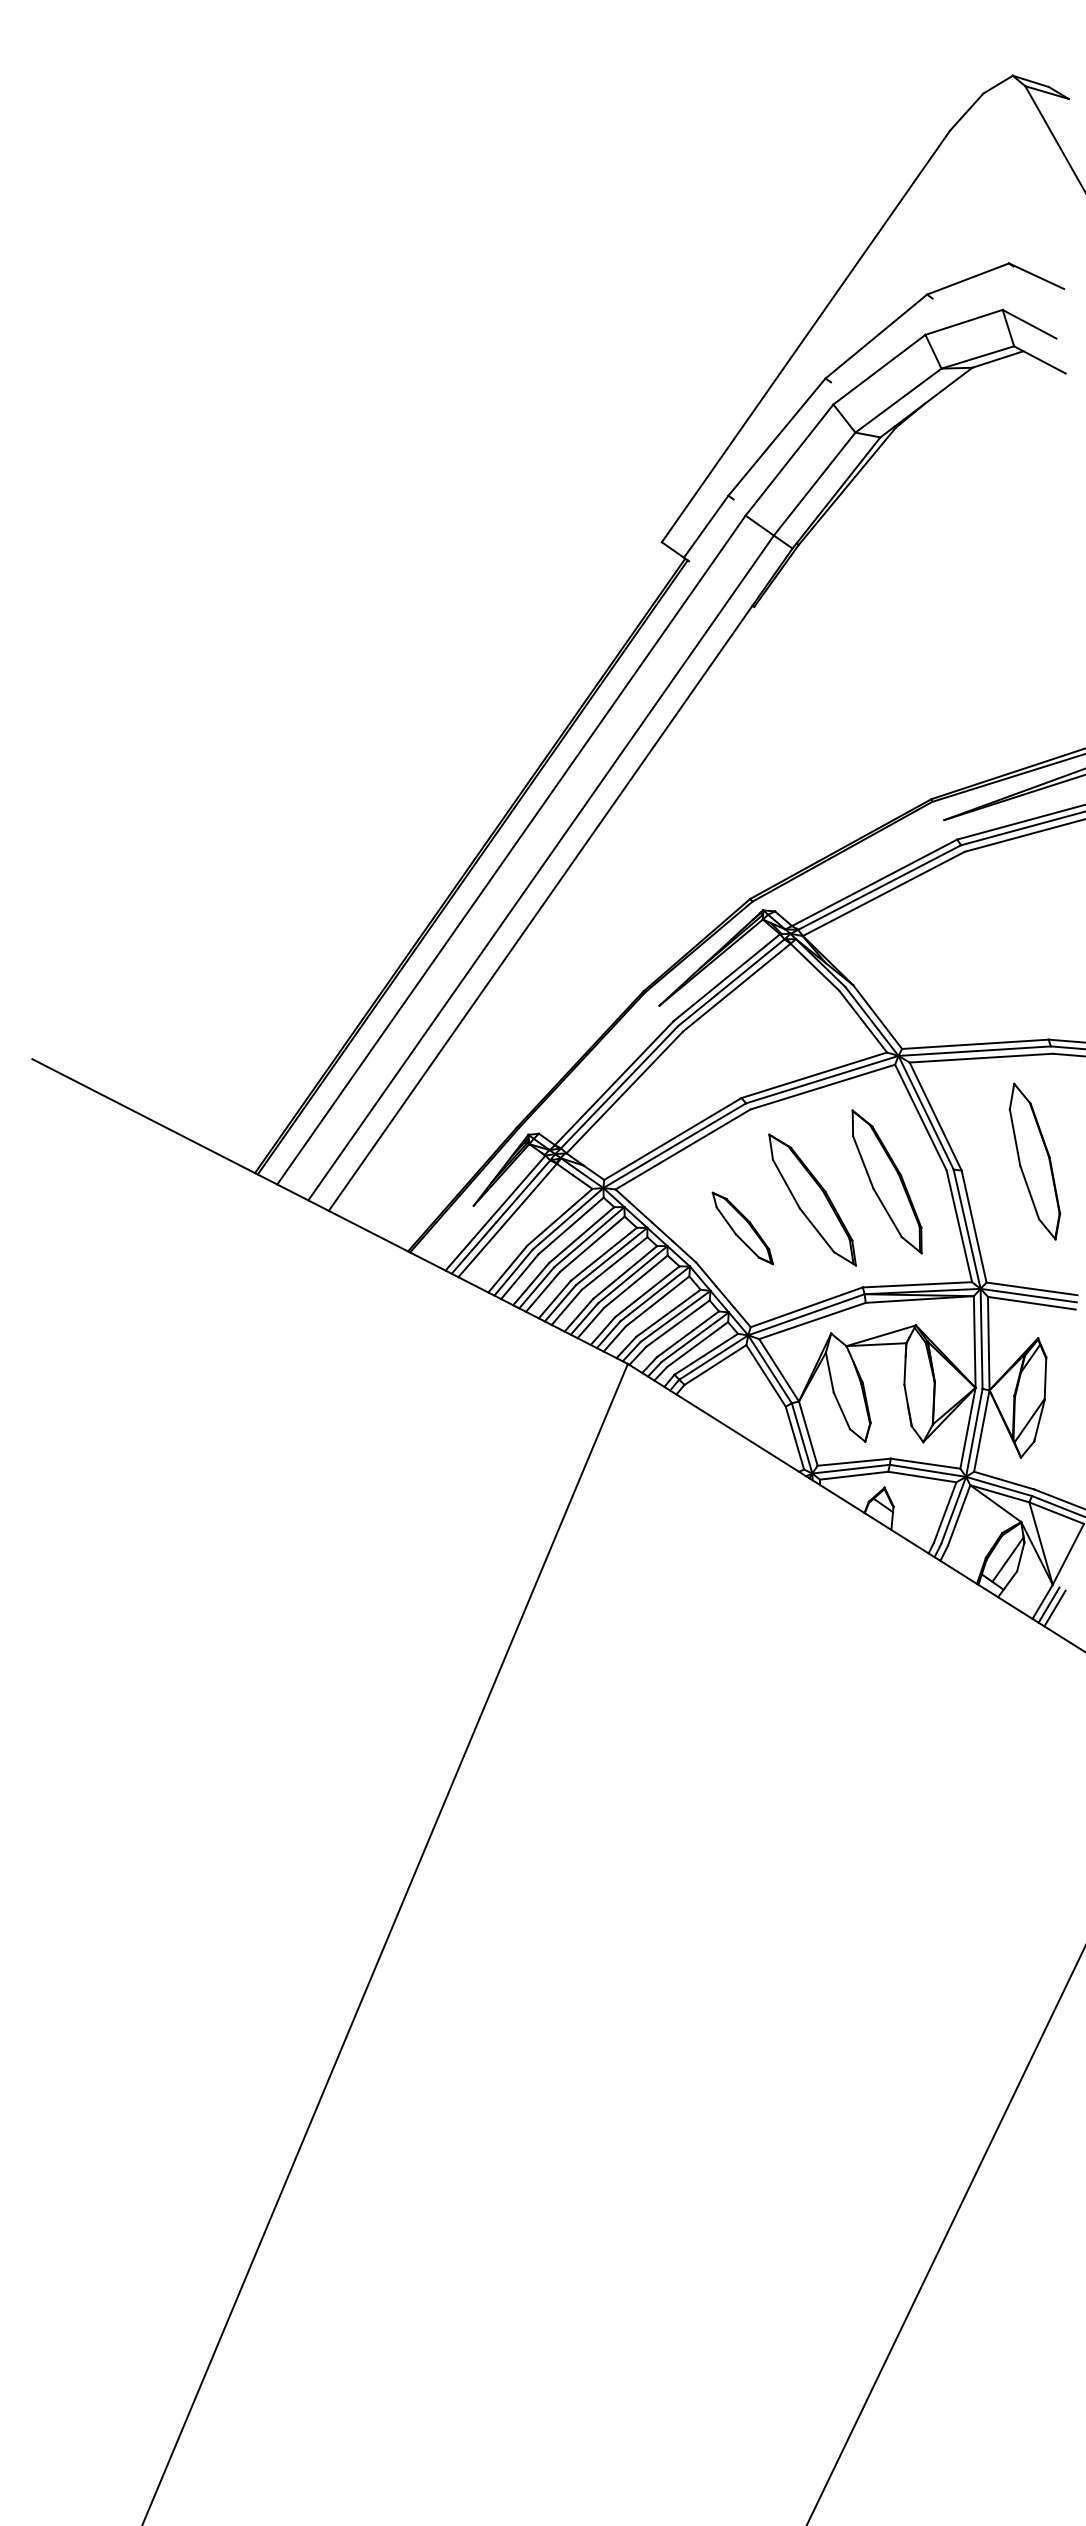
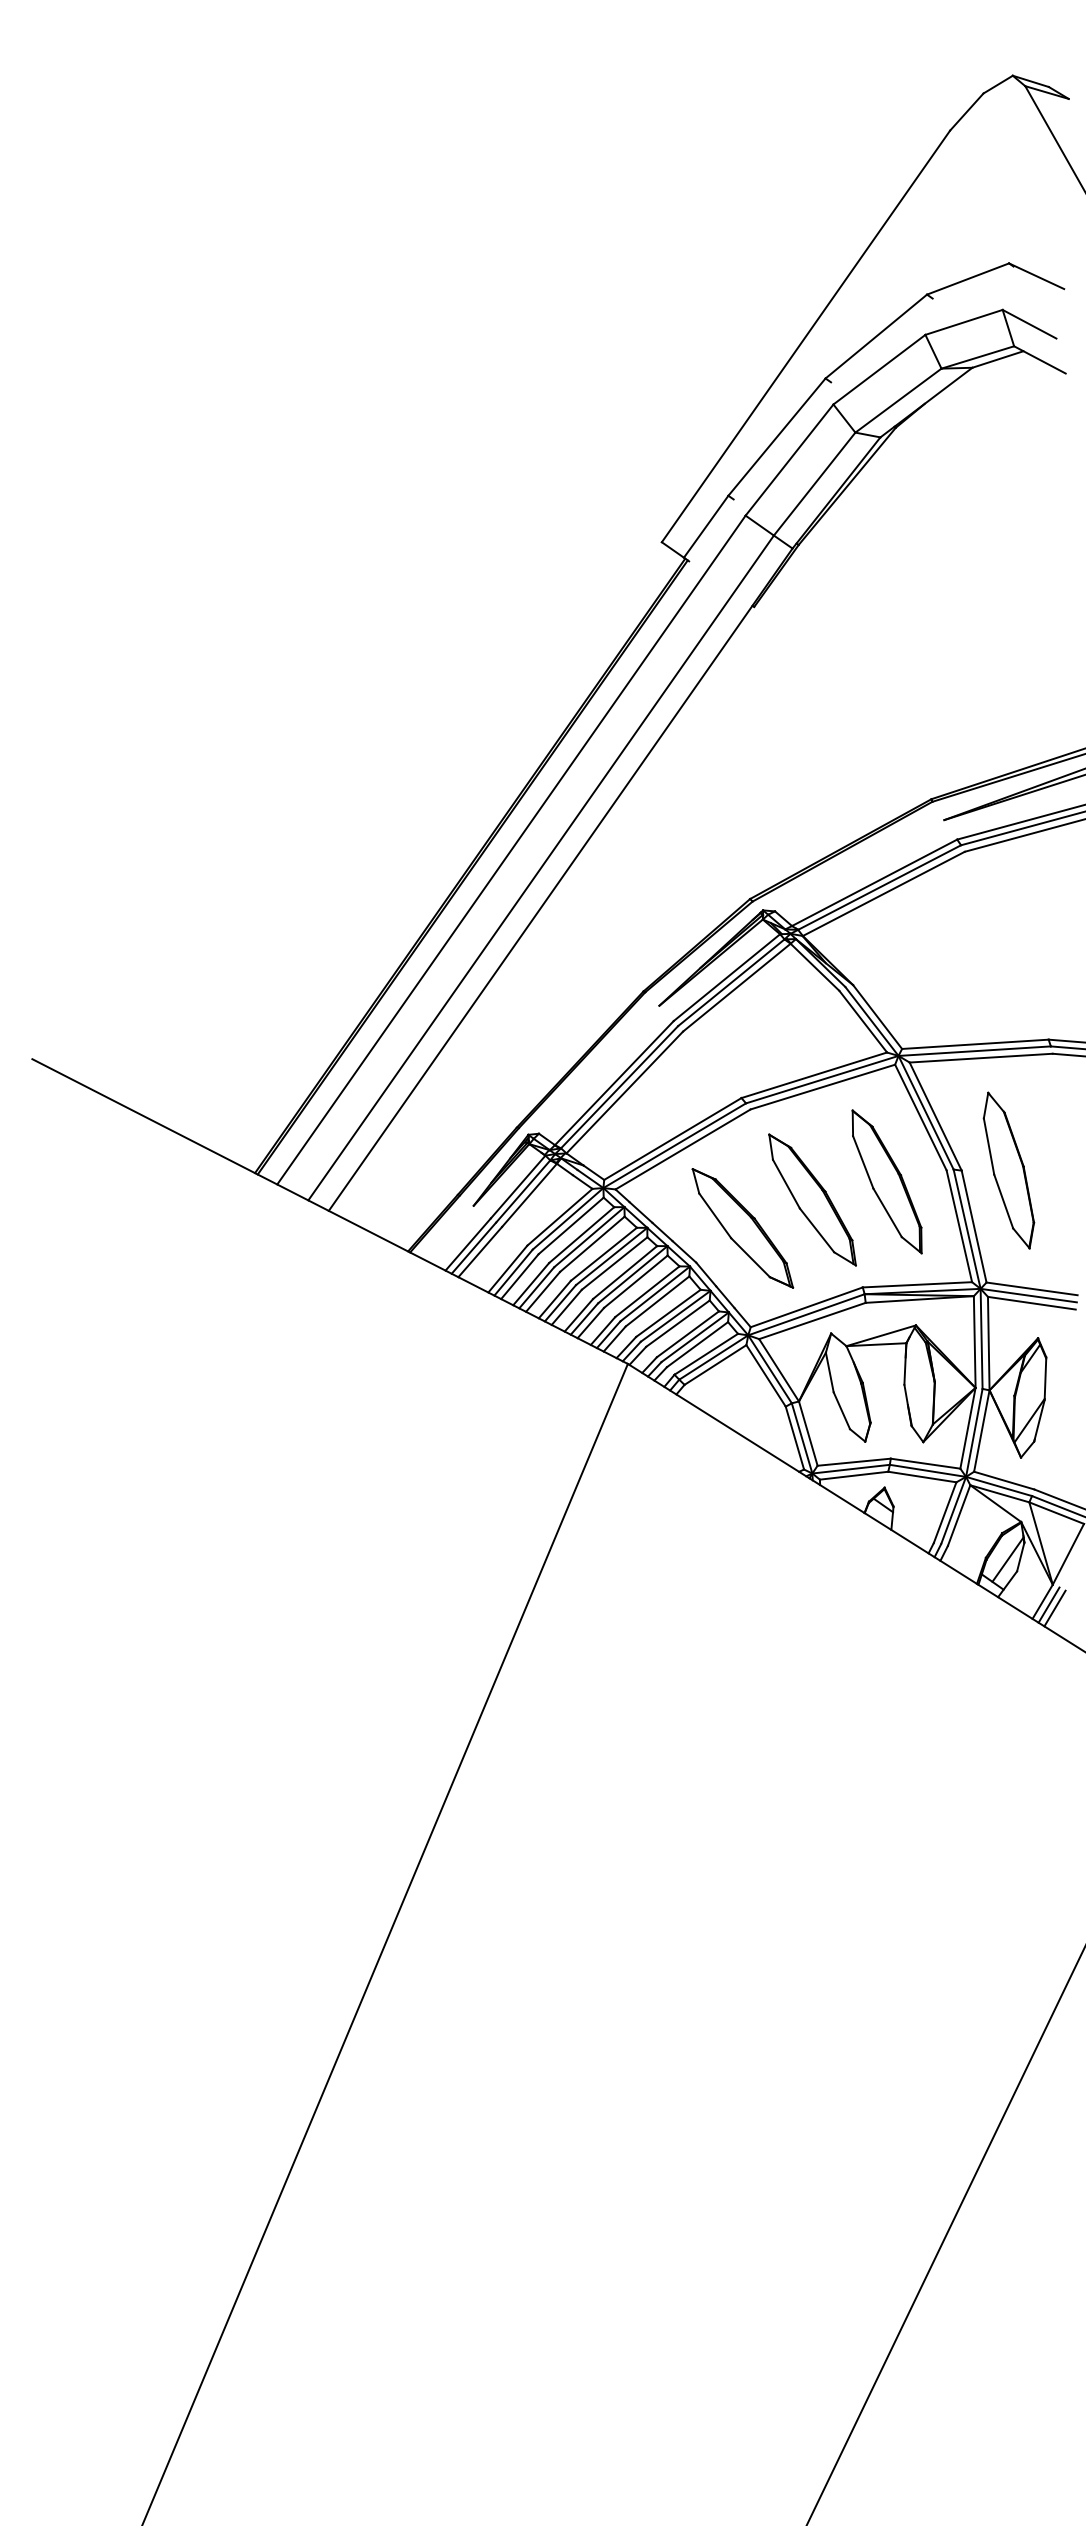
part at (1034, 1161) position: (1034, 1161) -> (1008, 1170)
part at (742, 1228) size: 64x75 px -> 104x121 px
